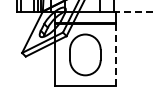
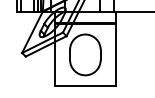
line at (134, 11): dashed -> solid
line at (115, 54): dashed -> solid
